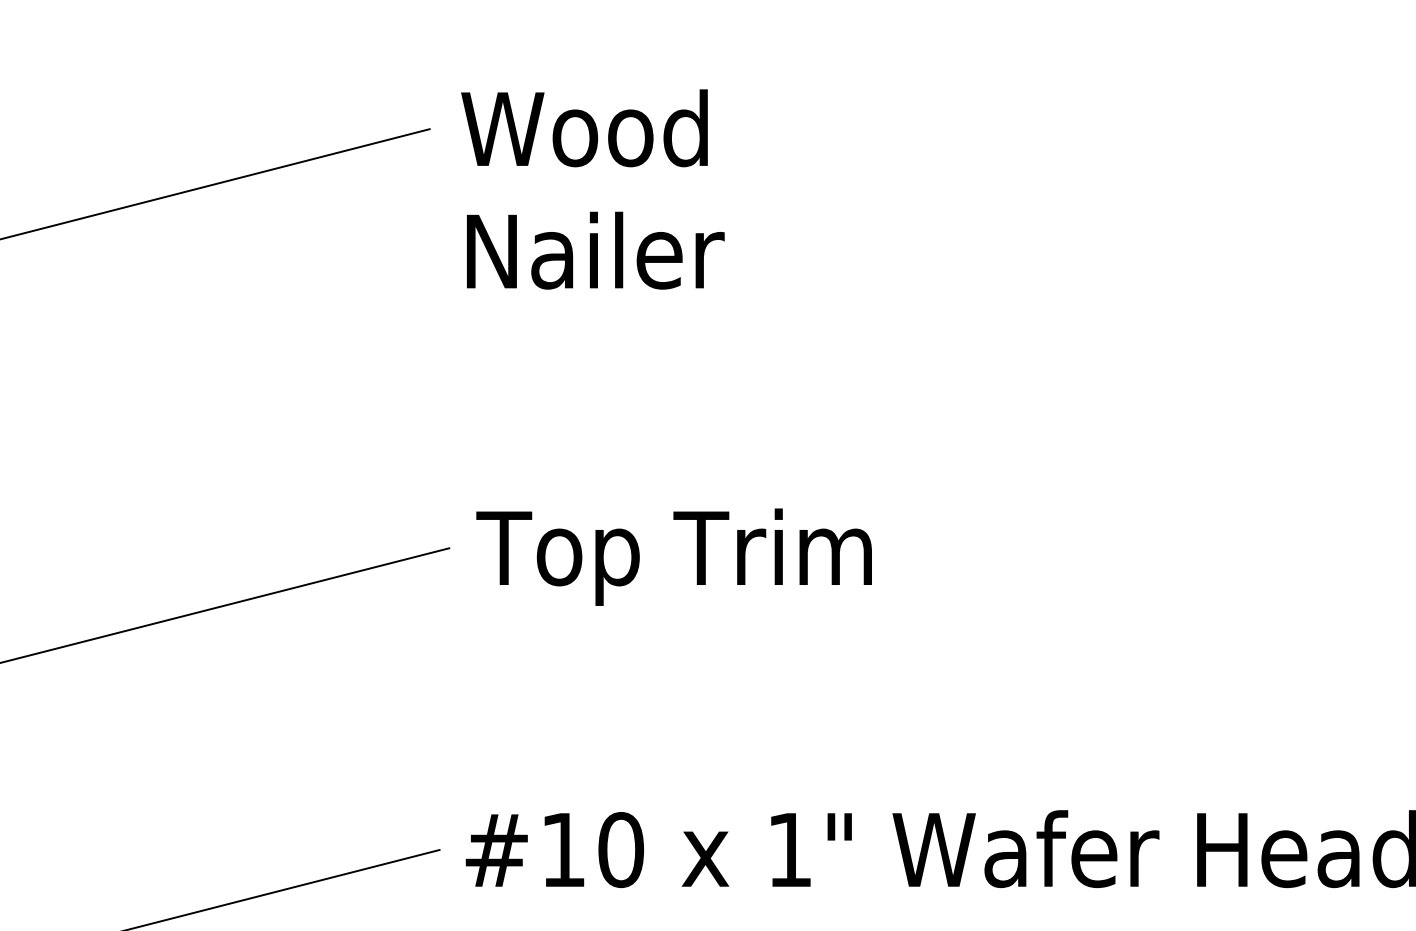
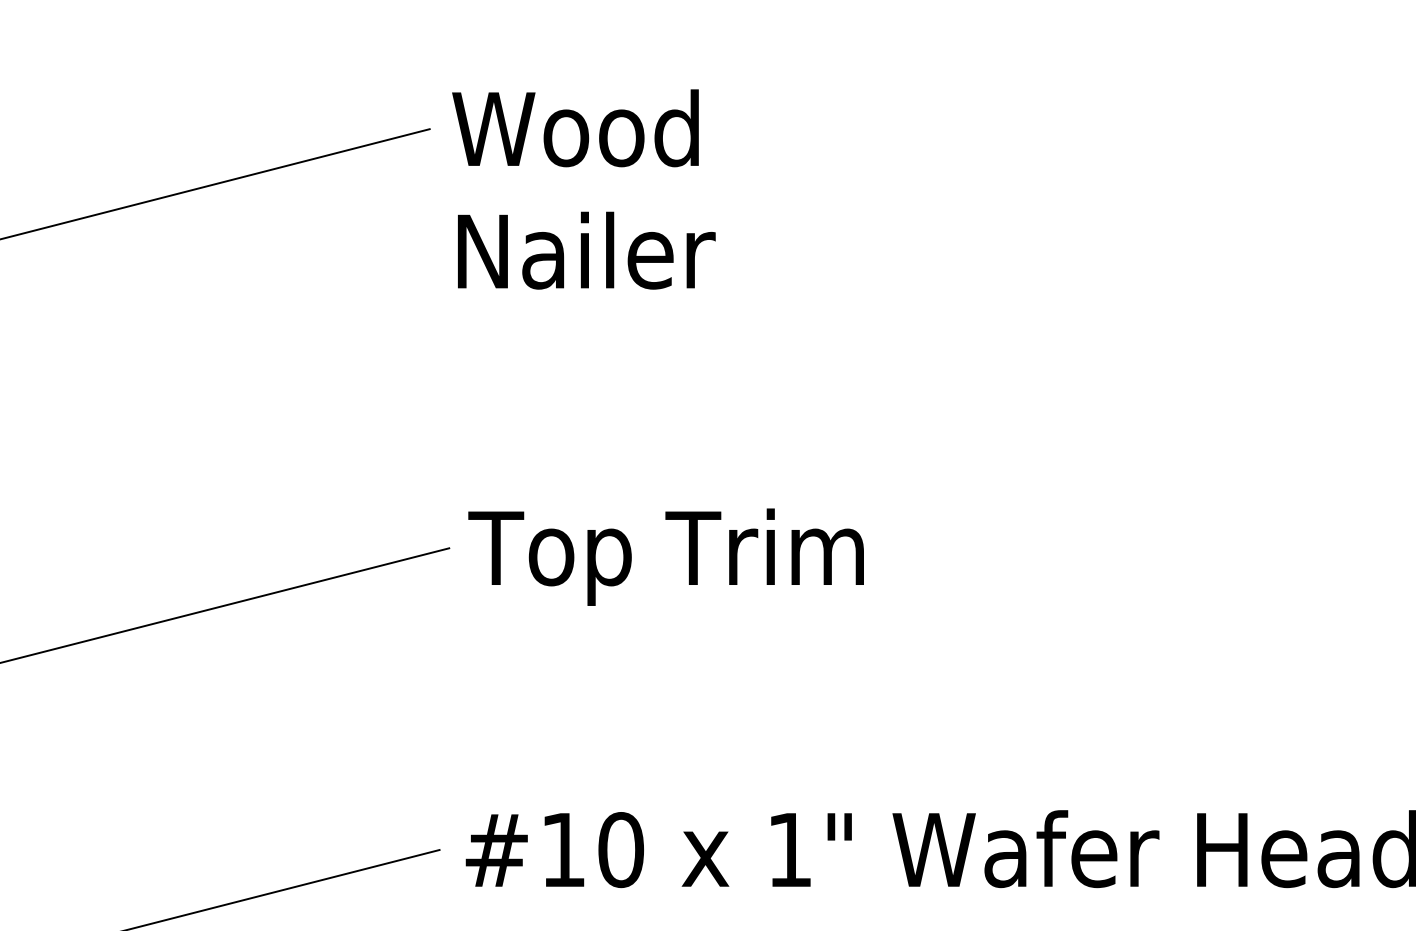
text at (592, 189) position: (592, 189) -> (583, 189)
text at (673, 556) position: (673, 556) -> (665, 556)
